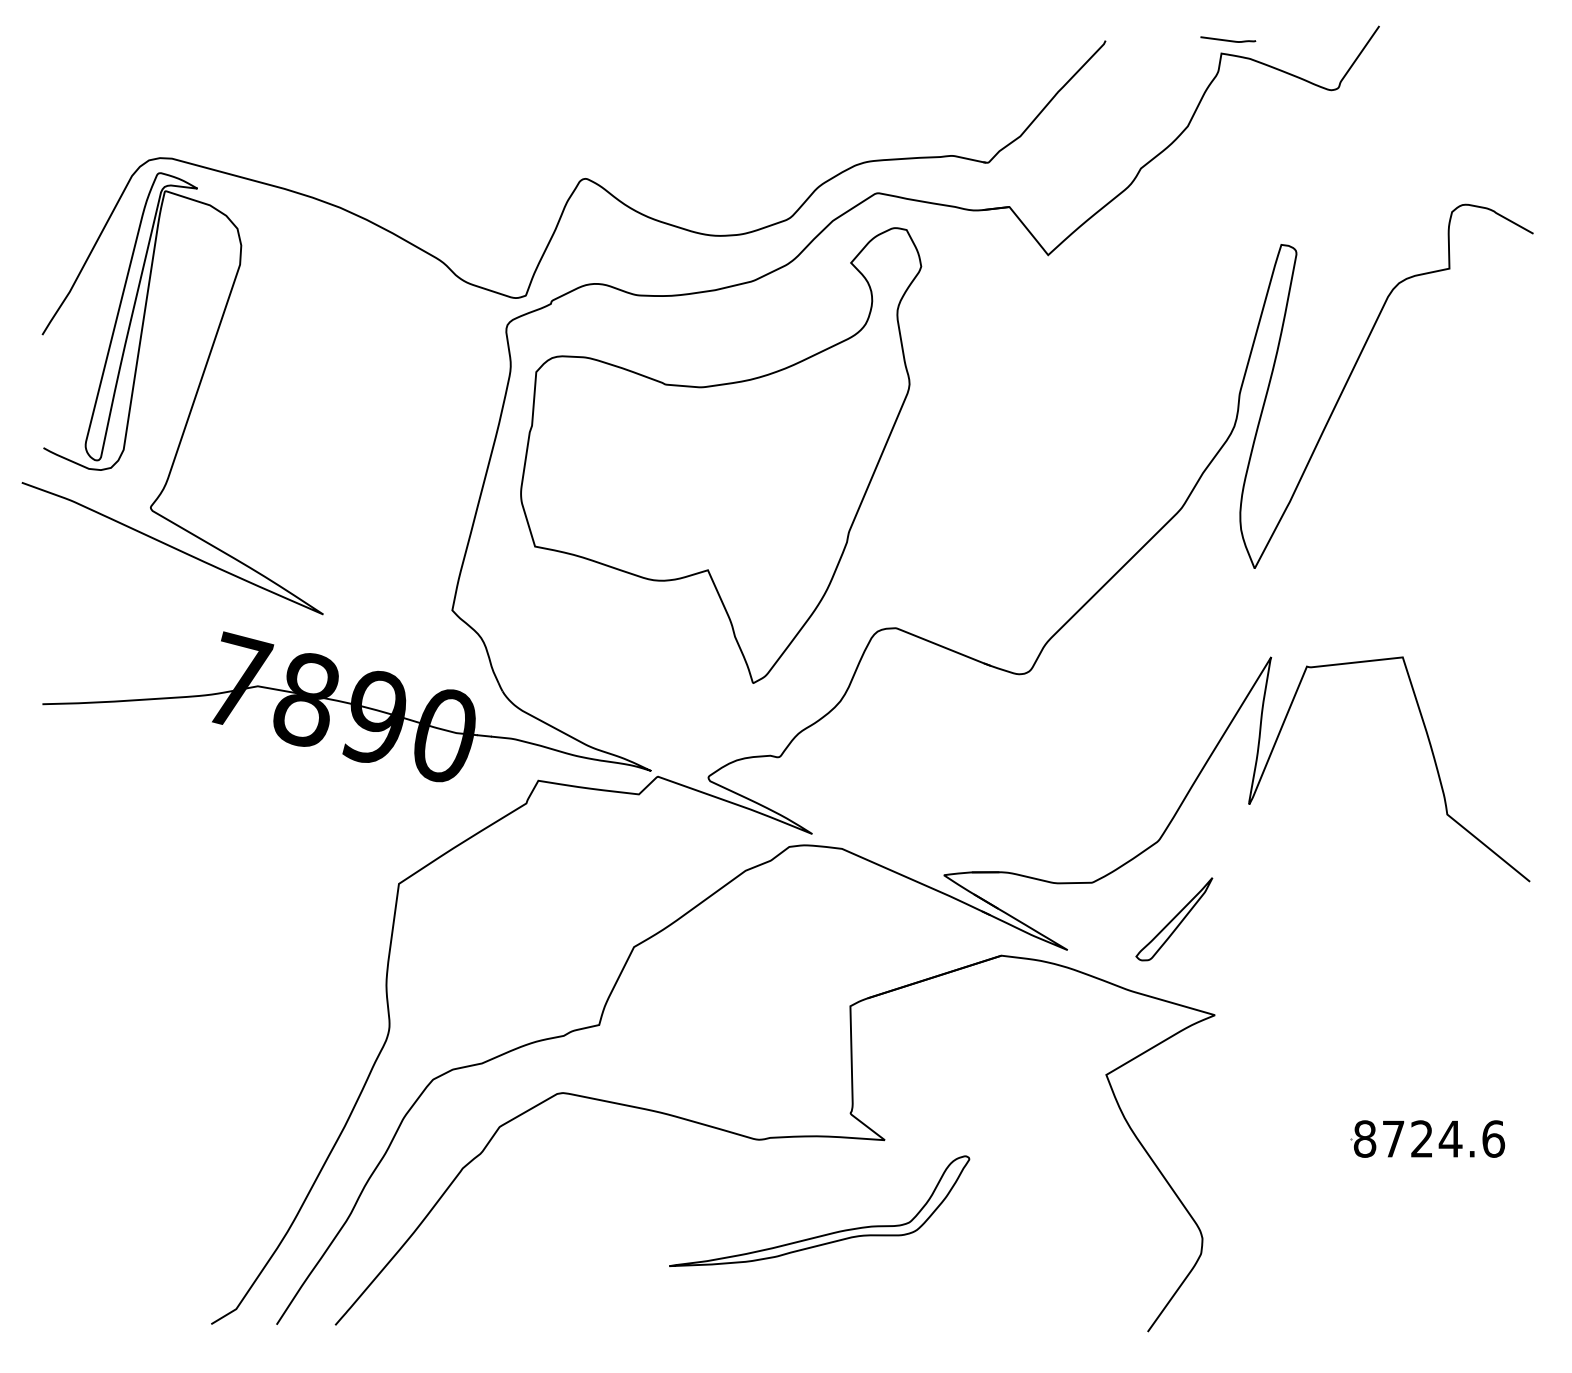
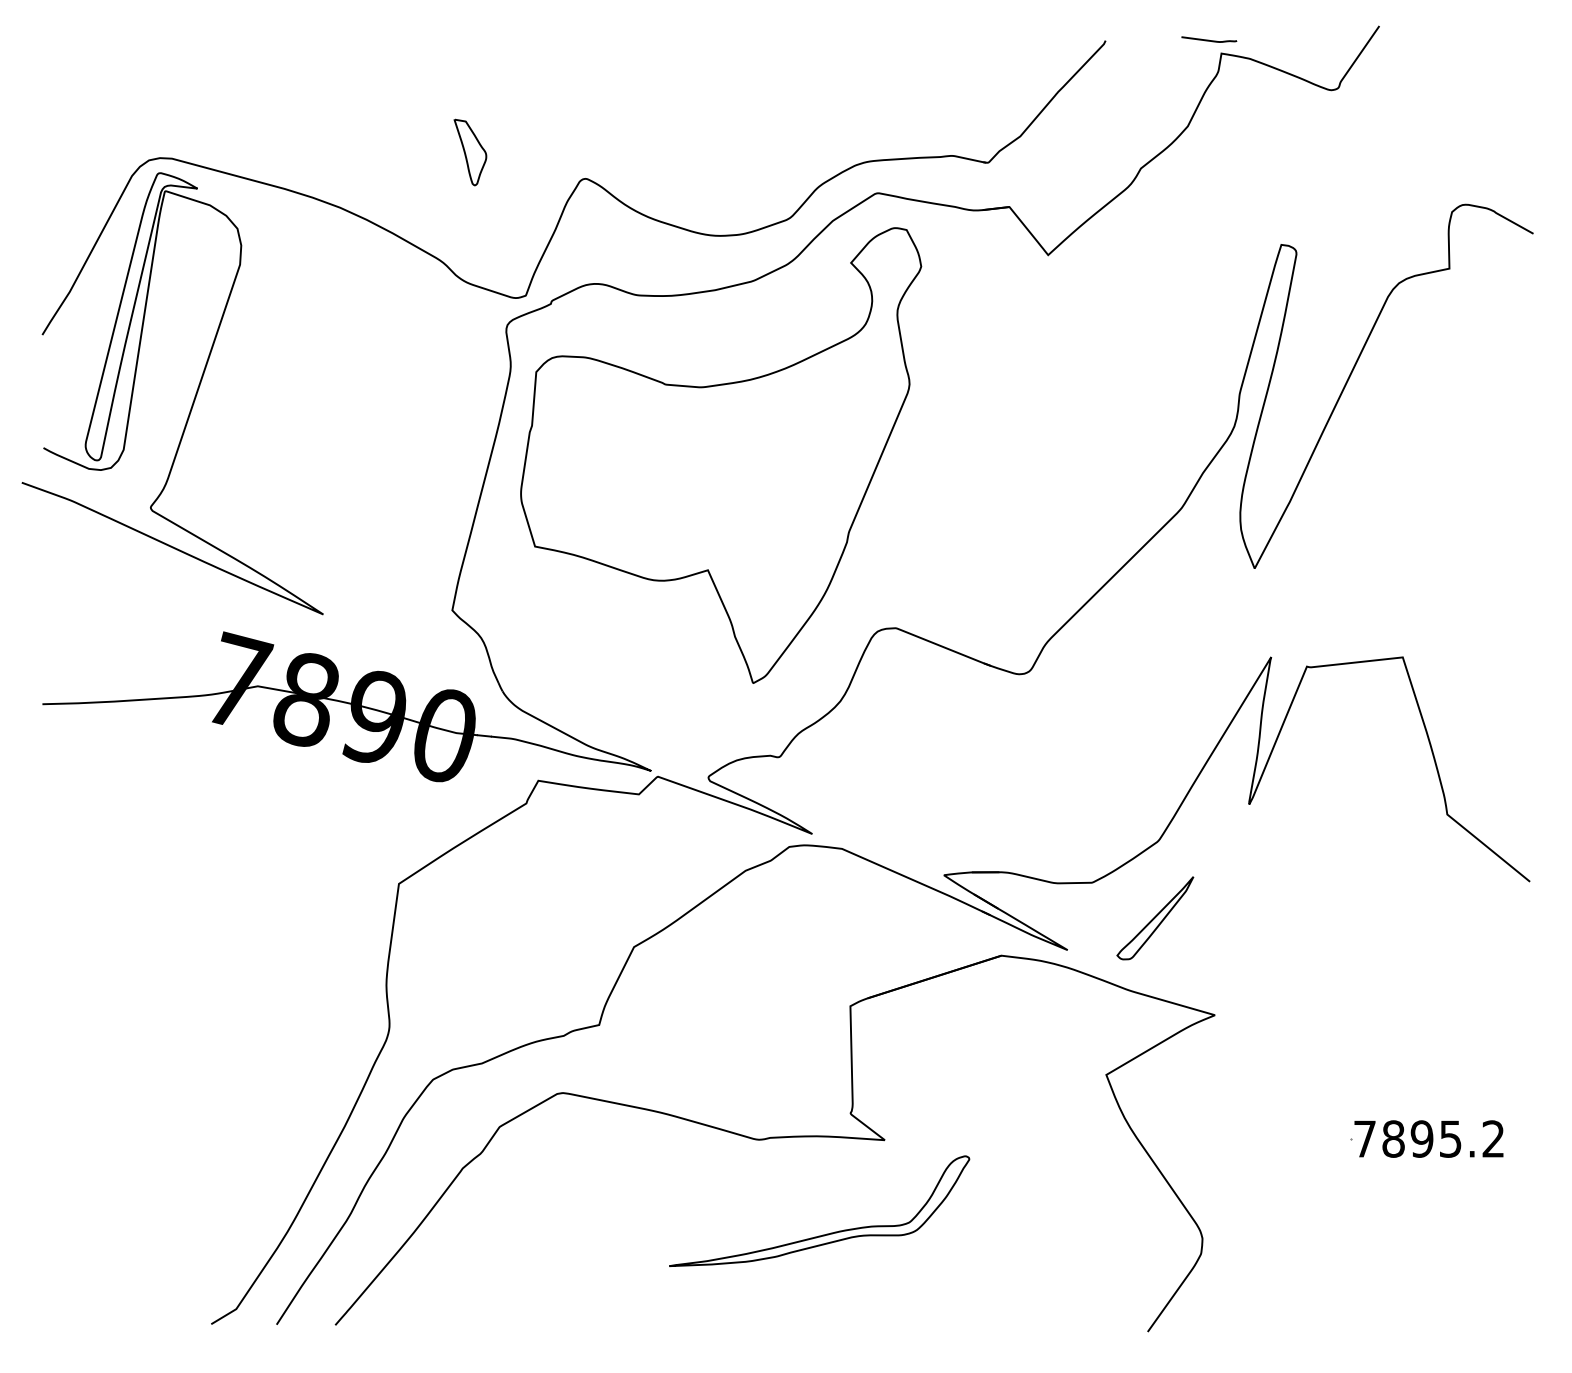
curve at (1228, 39) position: (1228, 39) -> (1209, 39)
part at (470, 152): none -> present
part at (1174, 919) position: (1174, 919) -> (1155, 918)
text at (1429, 1138): 8724.6 -> 7895.2
